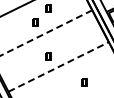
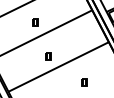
part at (48, 8): present -> none
line at (45, 33): dashed -> solid
line at (58, 66): dashed -> solid
